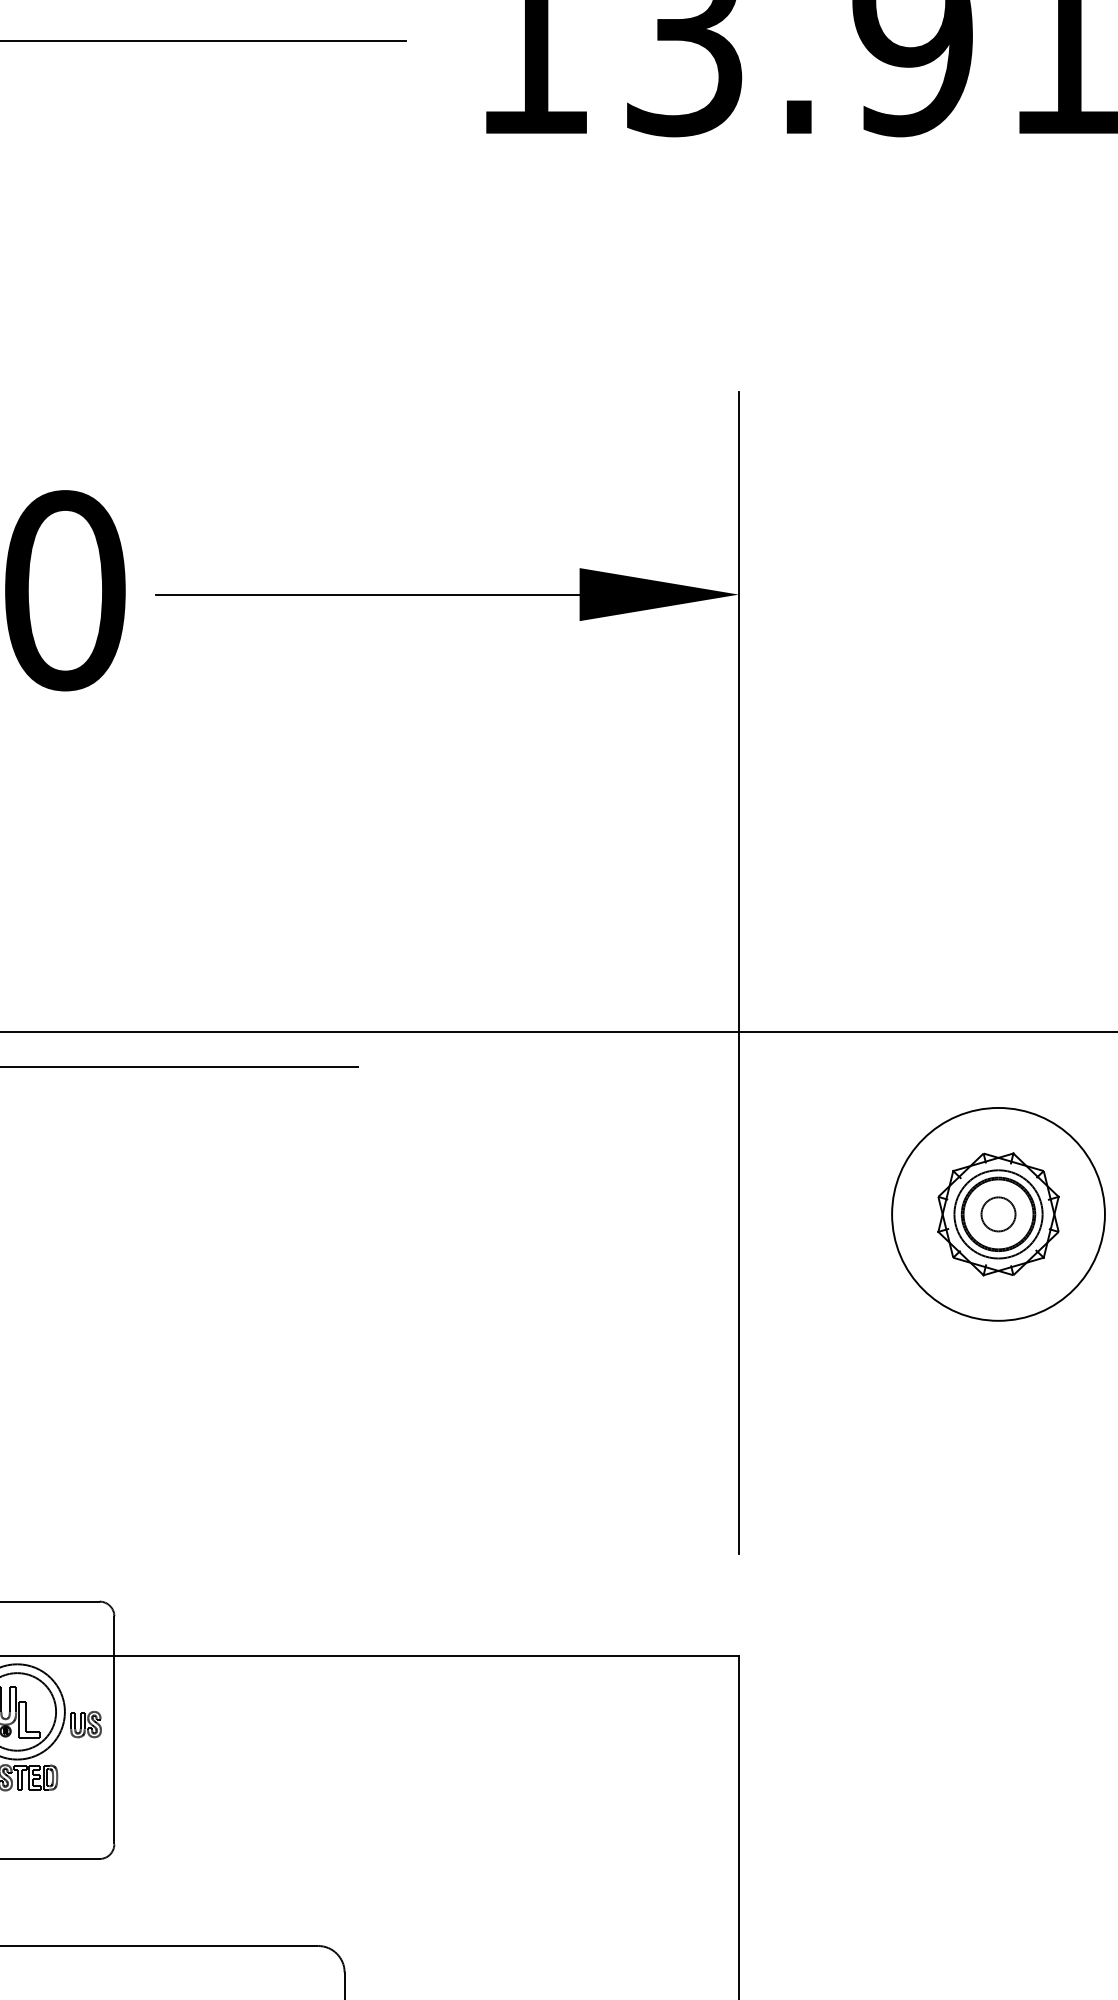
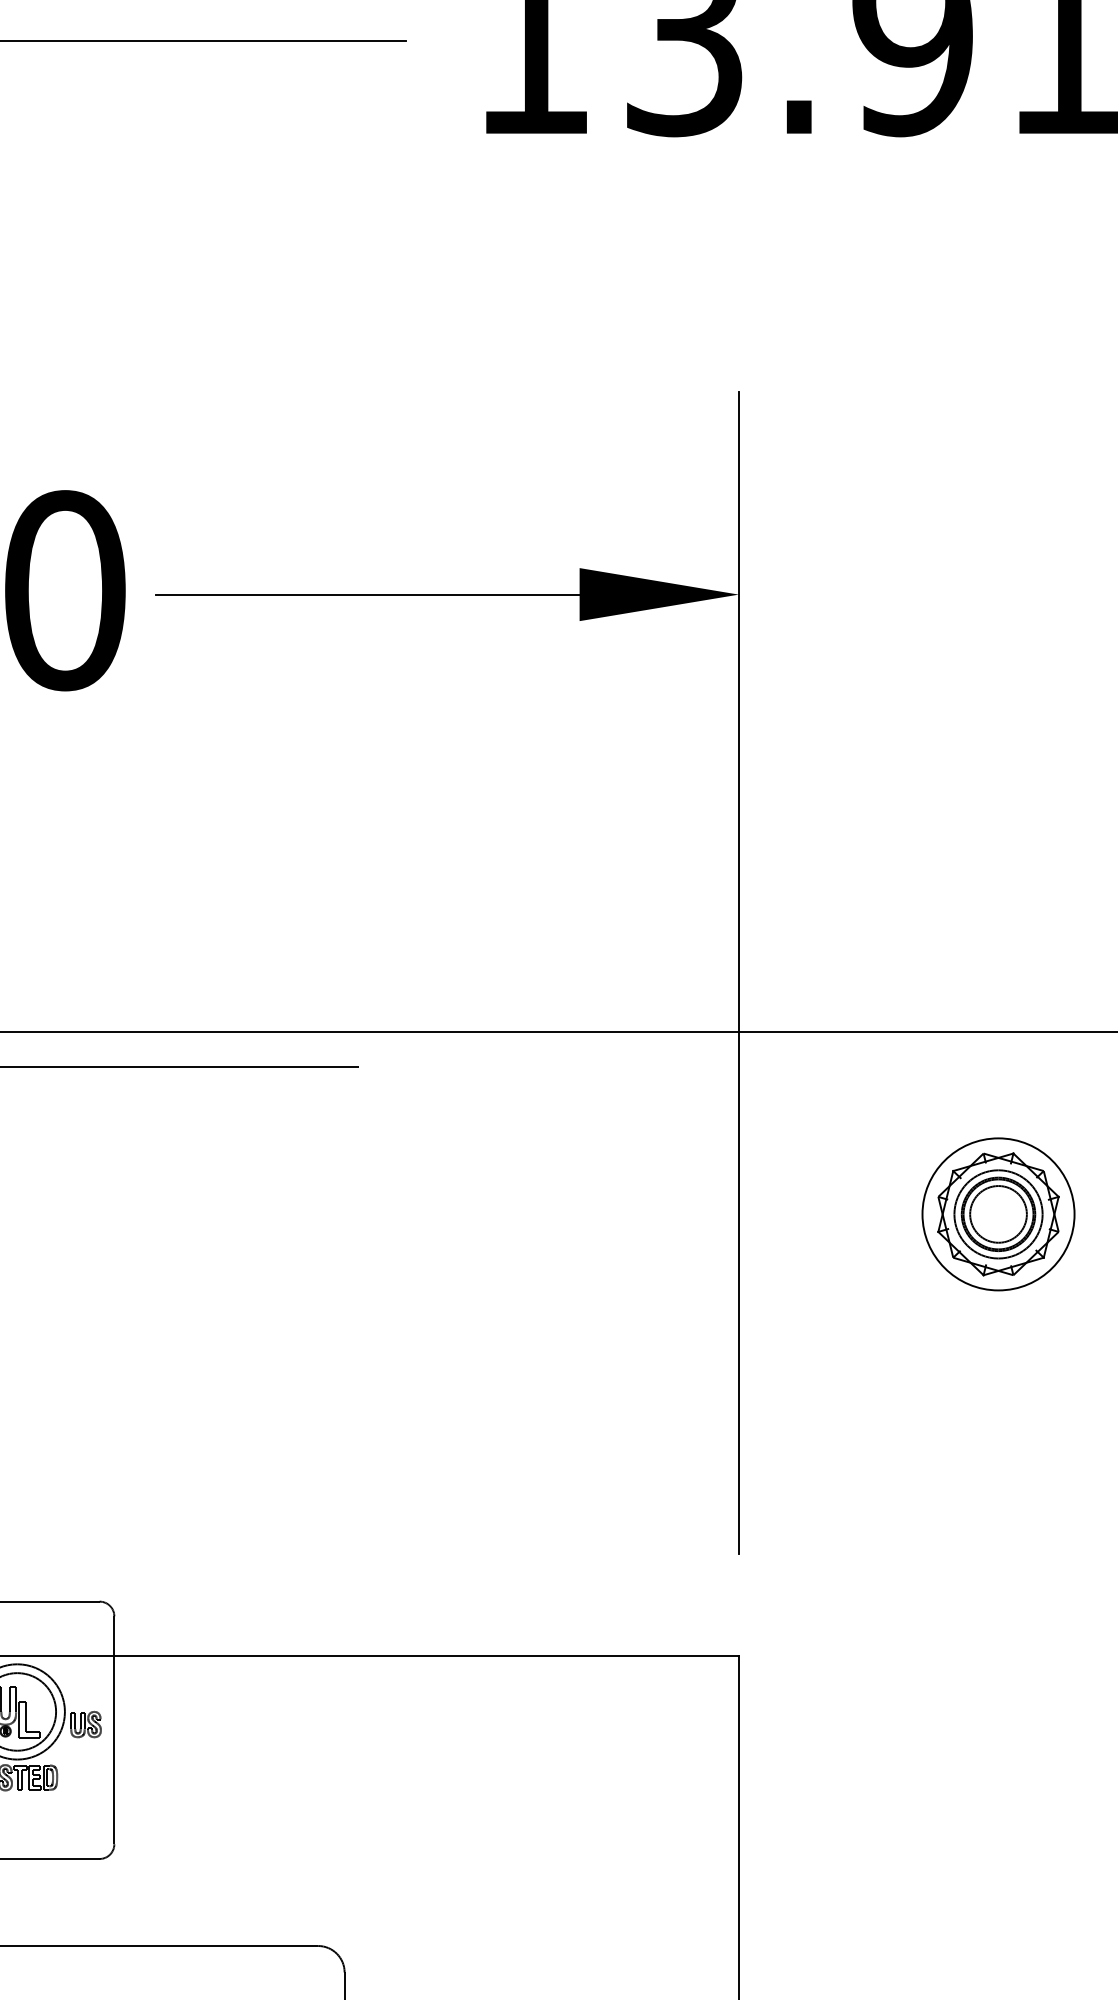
circle at (998, 1213) diameter: 213 px -> 152 px
circle at (998, 1214) diameter: 34 px -> 57 px
